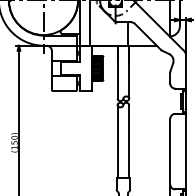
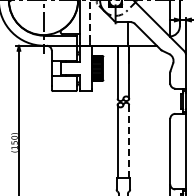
line at (89, 22): solid -> dashed
line at (129, 141): solid -> dashed
